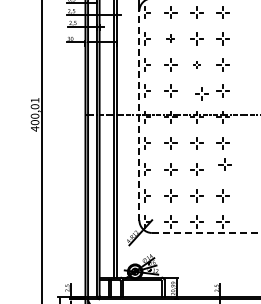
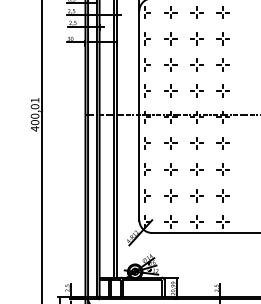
part at (170, 38) size: 9x9 px -> 14x14 px
part at (196, 64) size: 8x8 px -> 14x14 px
part at (201, 93) position: (201, 93) -> (196, 90)
line at (139, 115): dashed -> solid
part at (224, 164) position: (224, 164) -> (222, 169)
line at (206, 233): dashed -> solid
